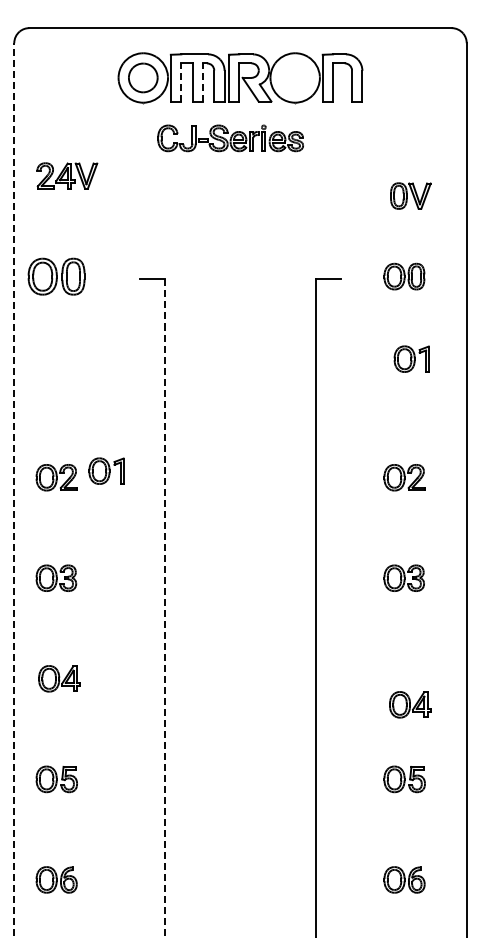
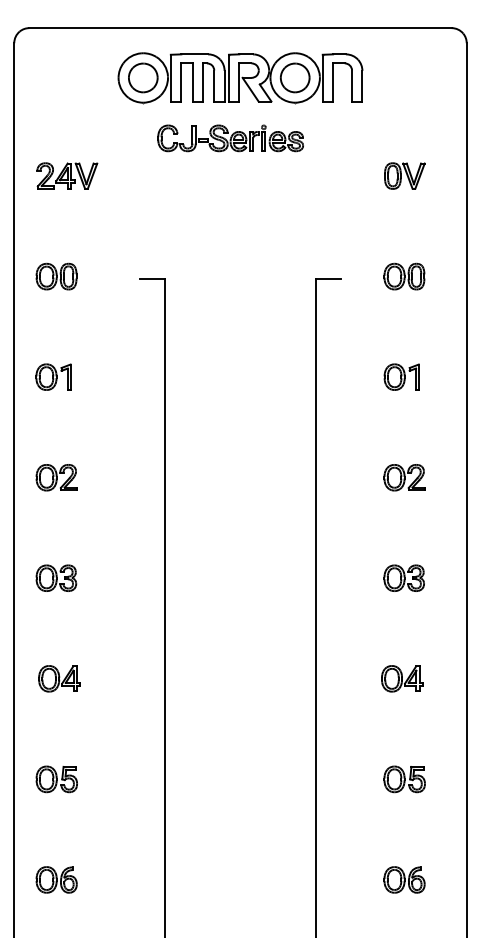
part at (295, 77): none -> present
line at (181, 82): dashed -> solid
line at (202, 82): dashed -> solid
part at (410, 195) position: (410, 195) -> (404, 175)
part at (56, 276) size: 59x39 px -> 43x29 px
part at (411, 358) position: (411, 358) -> (401, 376)
part at (106, 470) position: (106, 470) -> (53, 376)
line at (14, 490): dashed -> solid
line at (165, 608): dashed -> solid
part at (410, 704) position: (410, 704) -> (402, 678)
